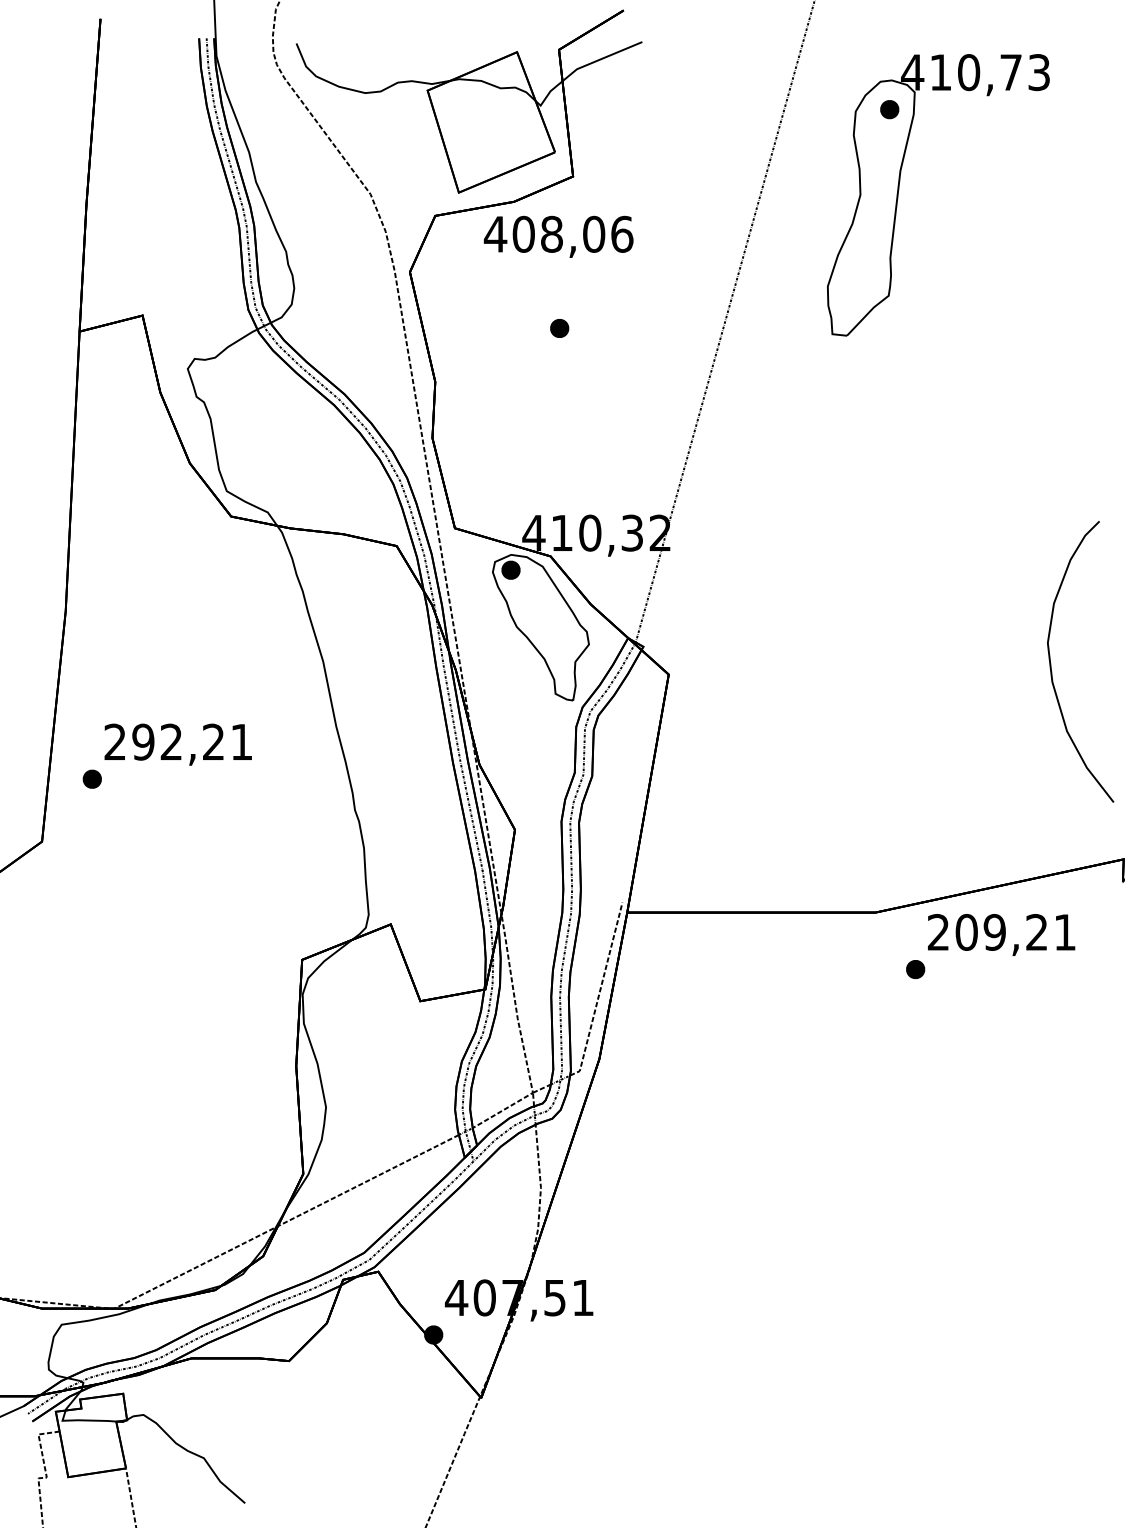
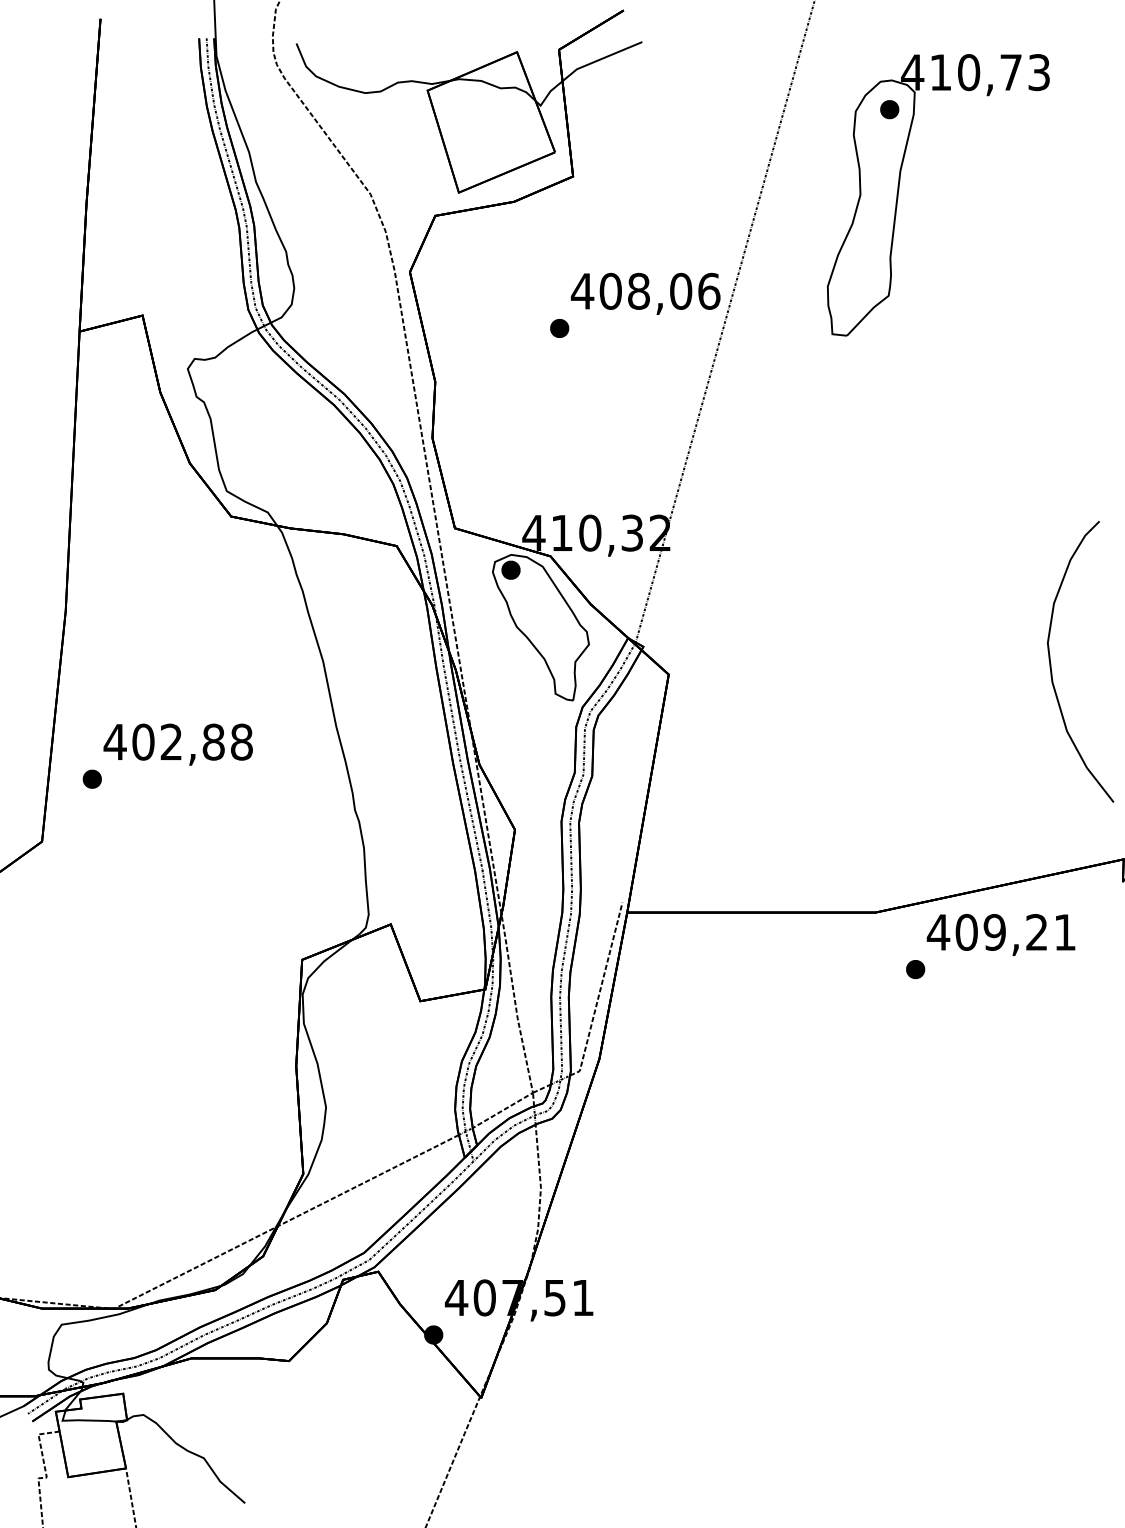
text at (558, 236) position: (558, 236) -> (645, 293)
text at (177, 741): 292,21 -> 402,88
text at (938, 932): 209,21 -> 409,21
